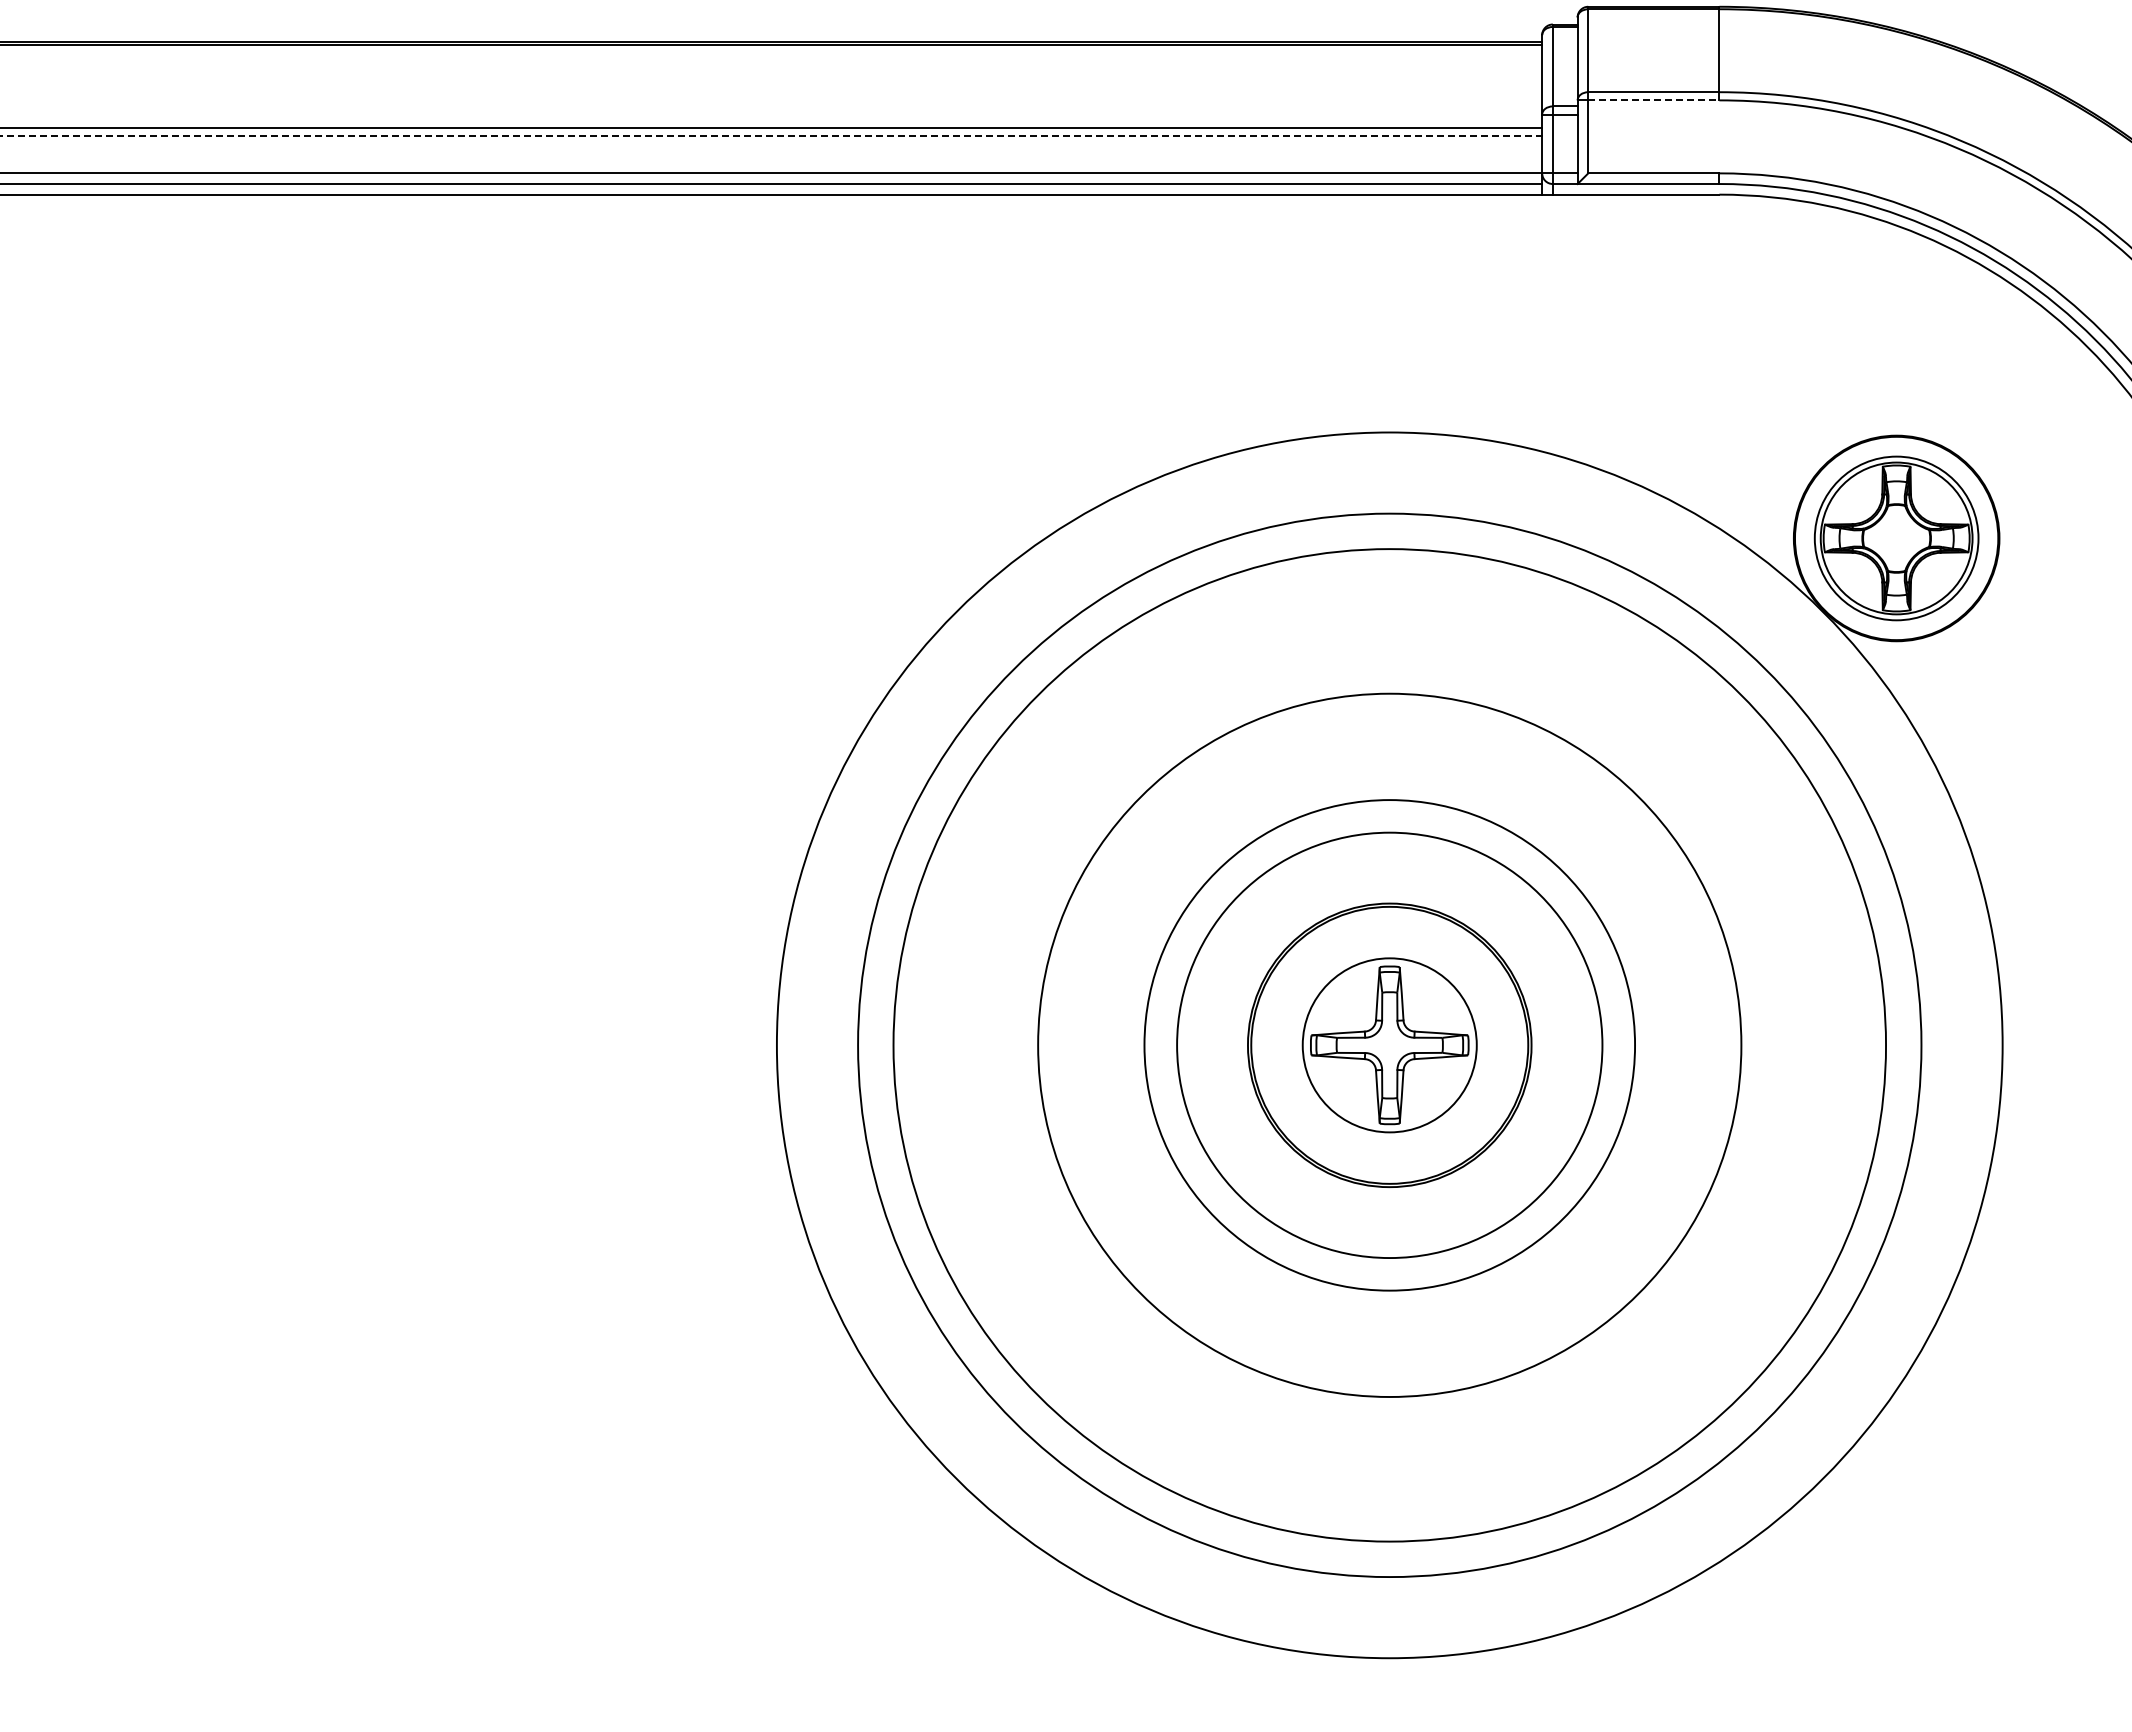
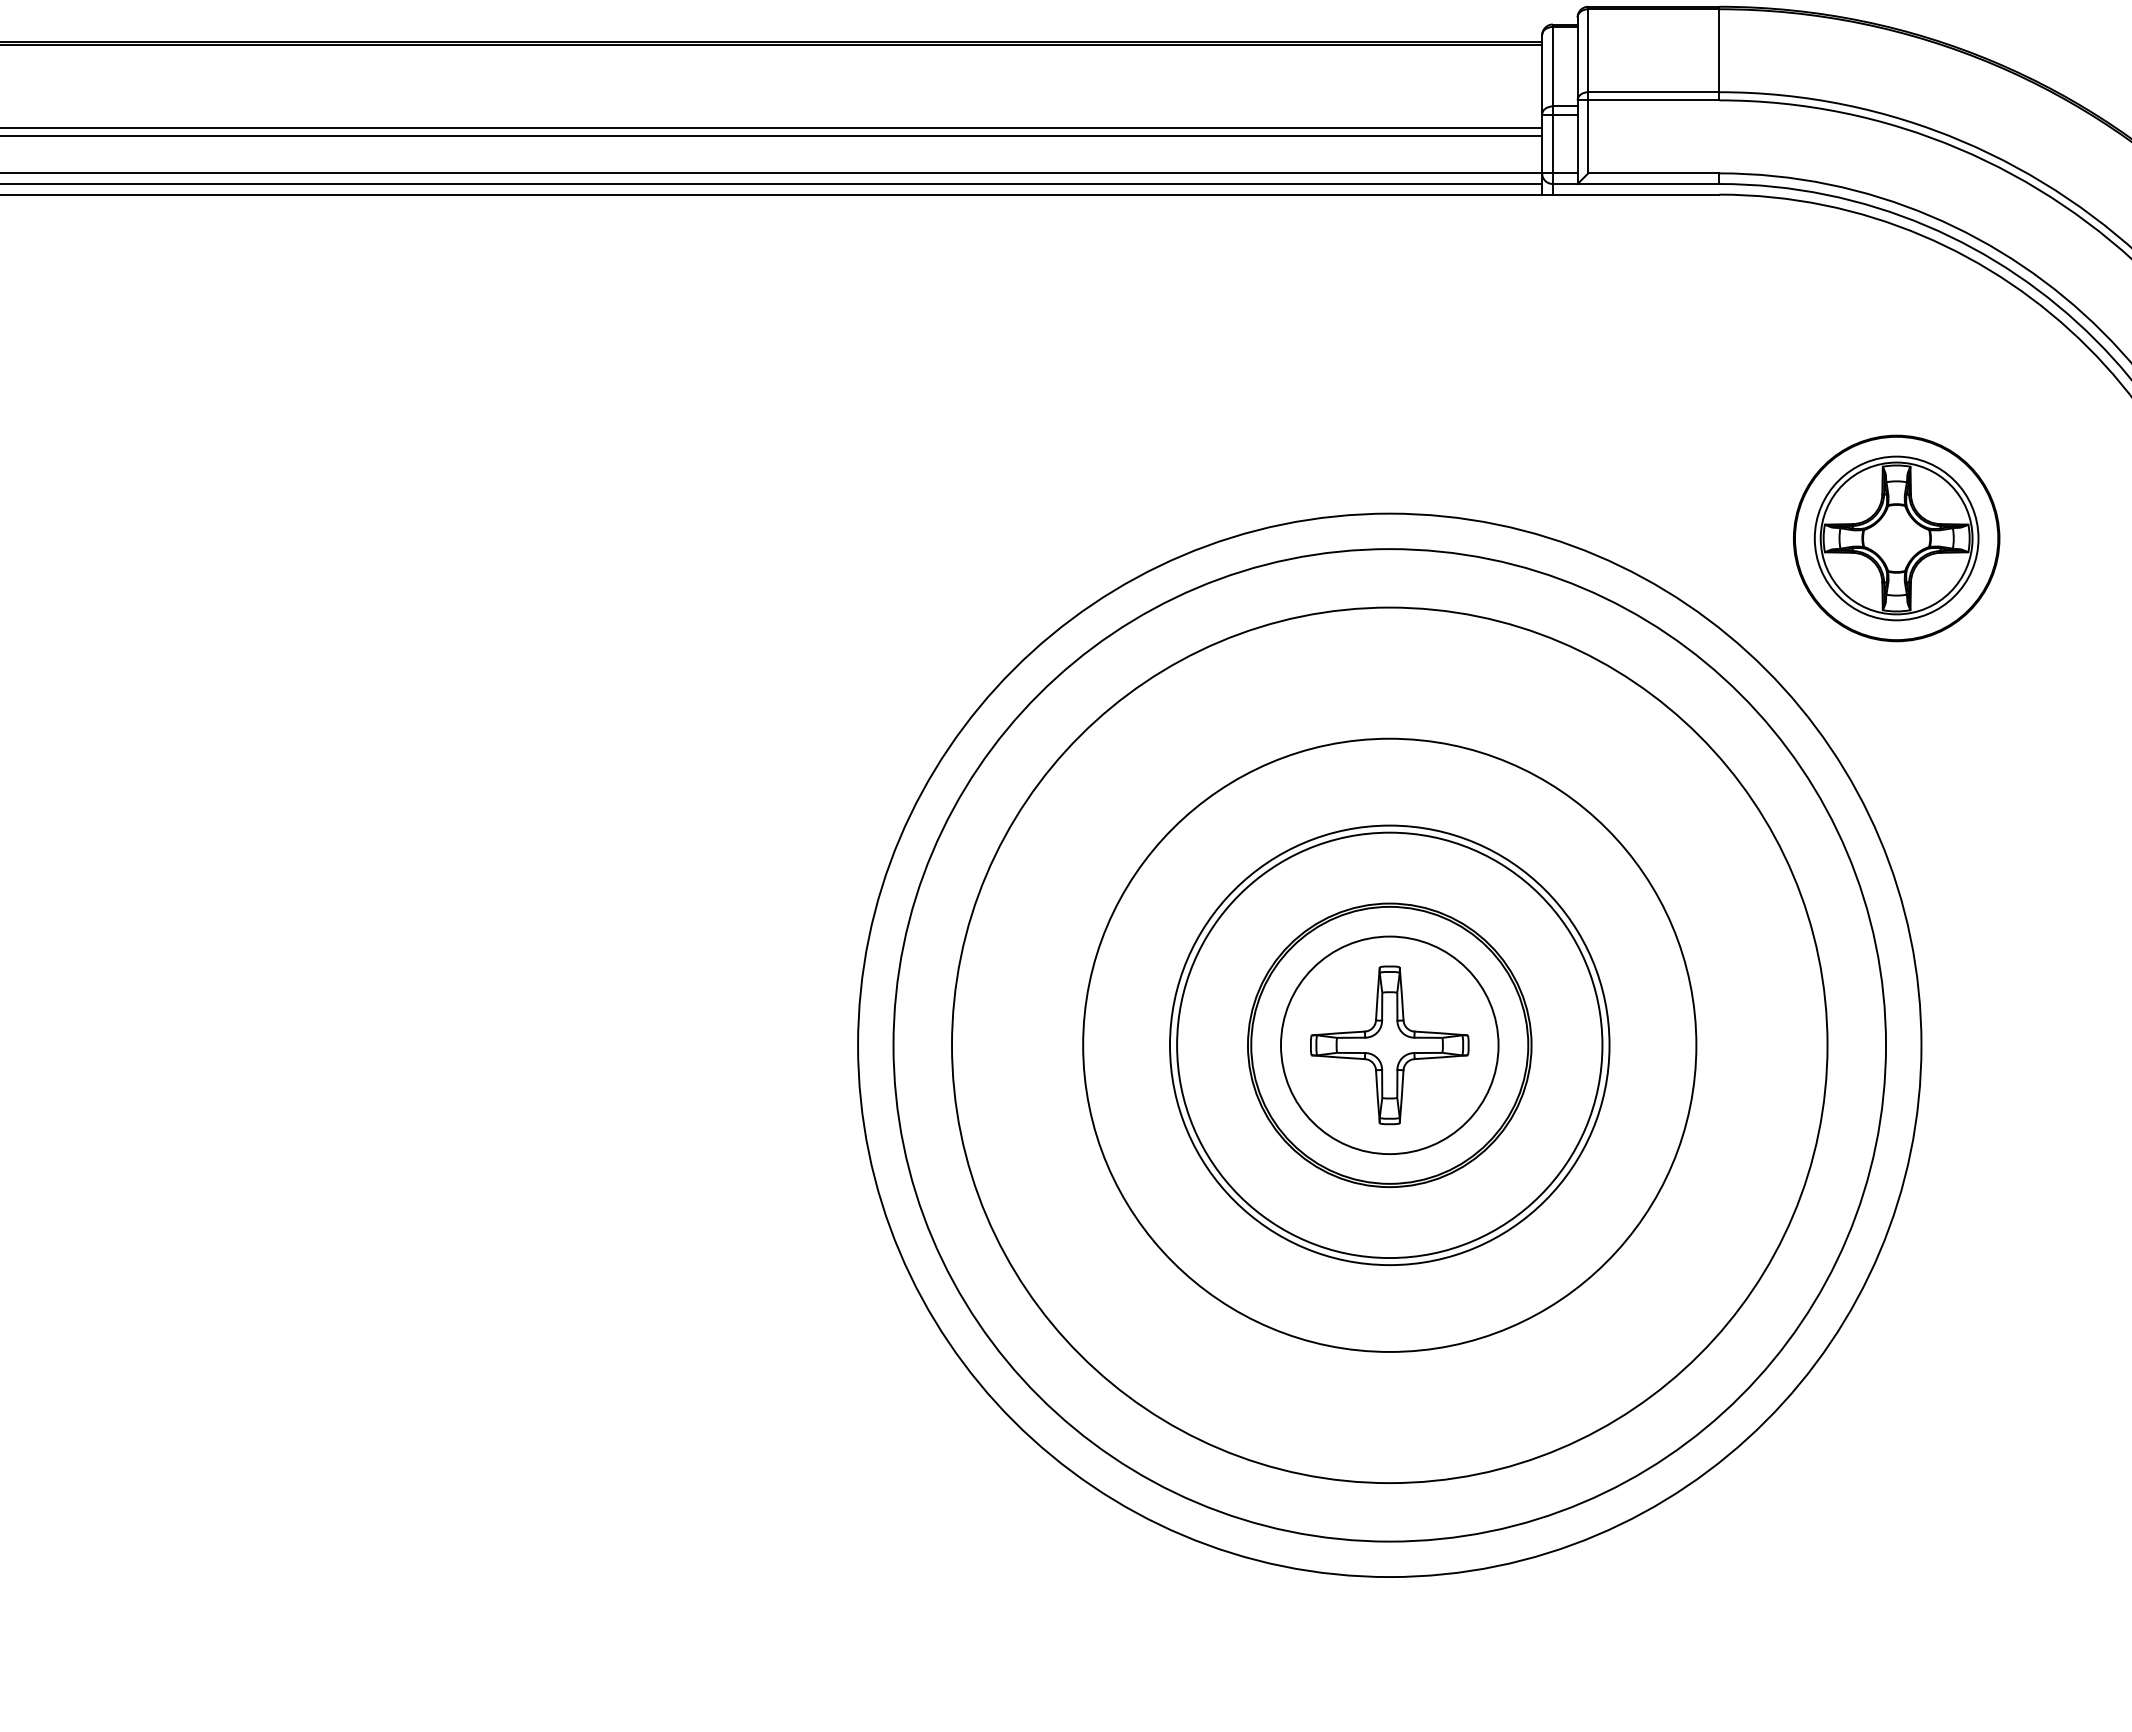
line at (1653, 100): dashed -> solid
line at (771, 135): dashed -> solid
circle at (1389, 1044) diameter: 703 px -> 440 px
circle at (1389, 1045) diameter: 1226 px -> 876 px
circle at (1389, 1045) diameter: 174 px -> 218 px
circle at (1389, 1045) diameter: 491 px -> 613 px
